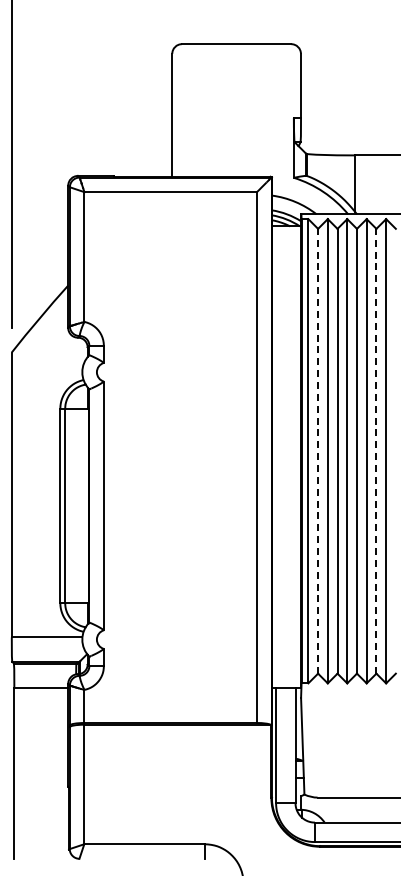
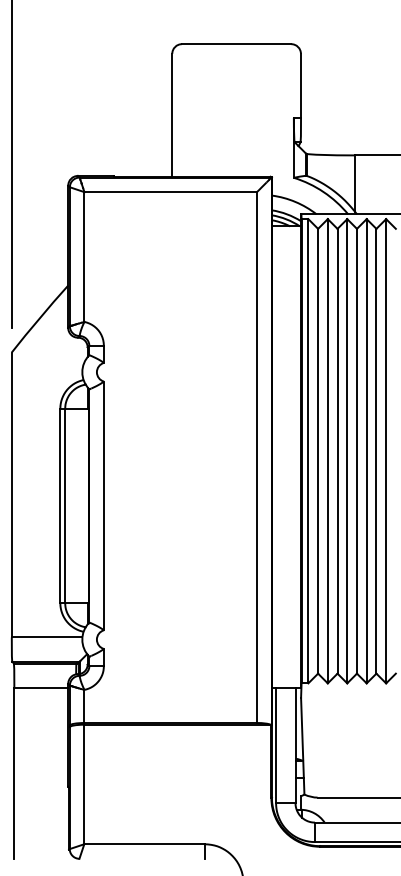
line at (318, 450): dashed -> solid
line at (376, 450): dashed -> solid
